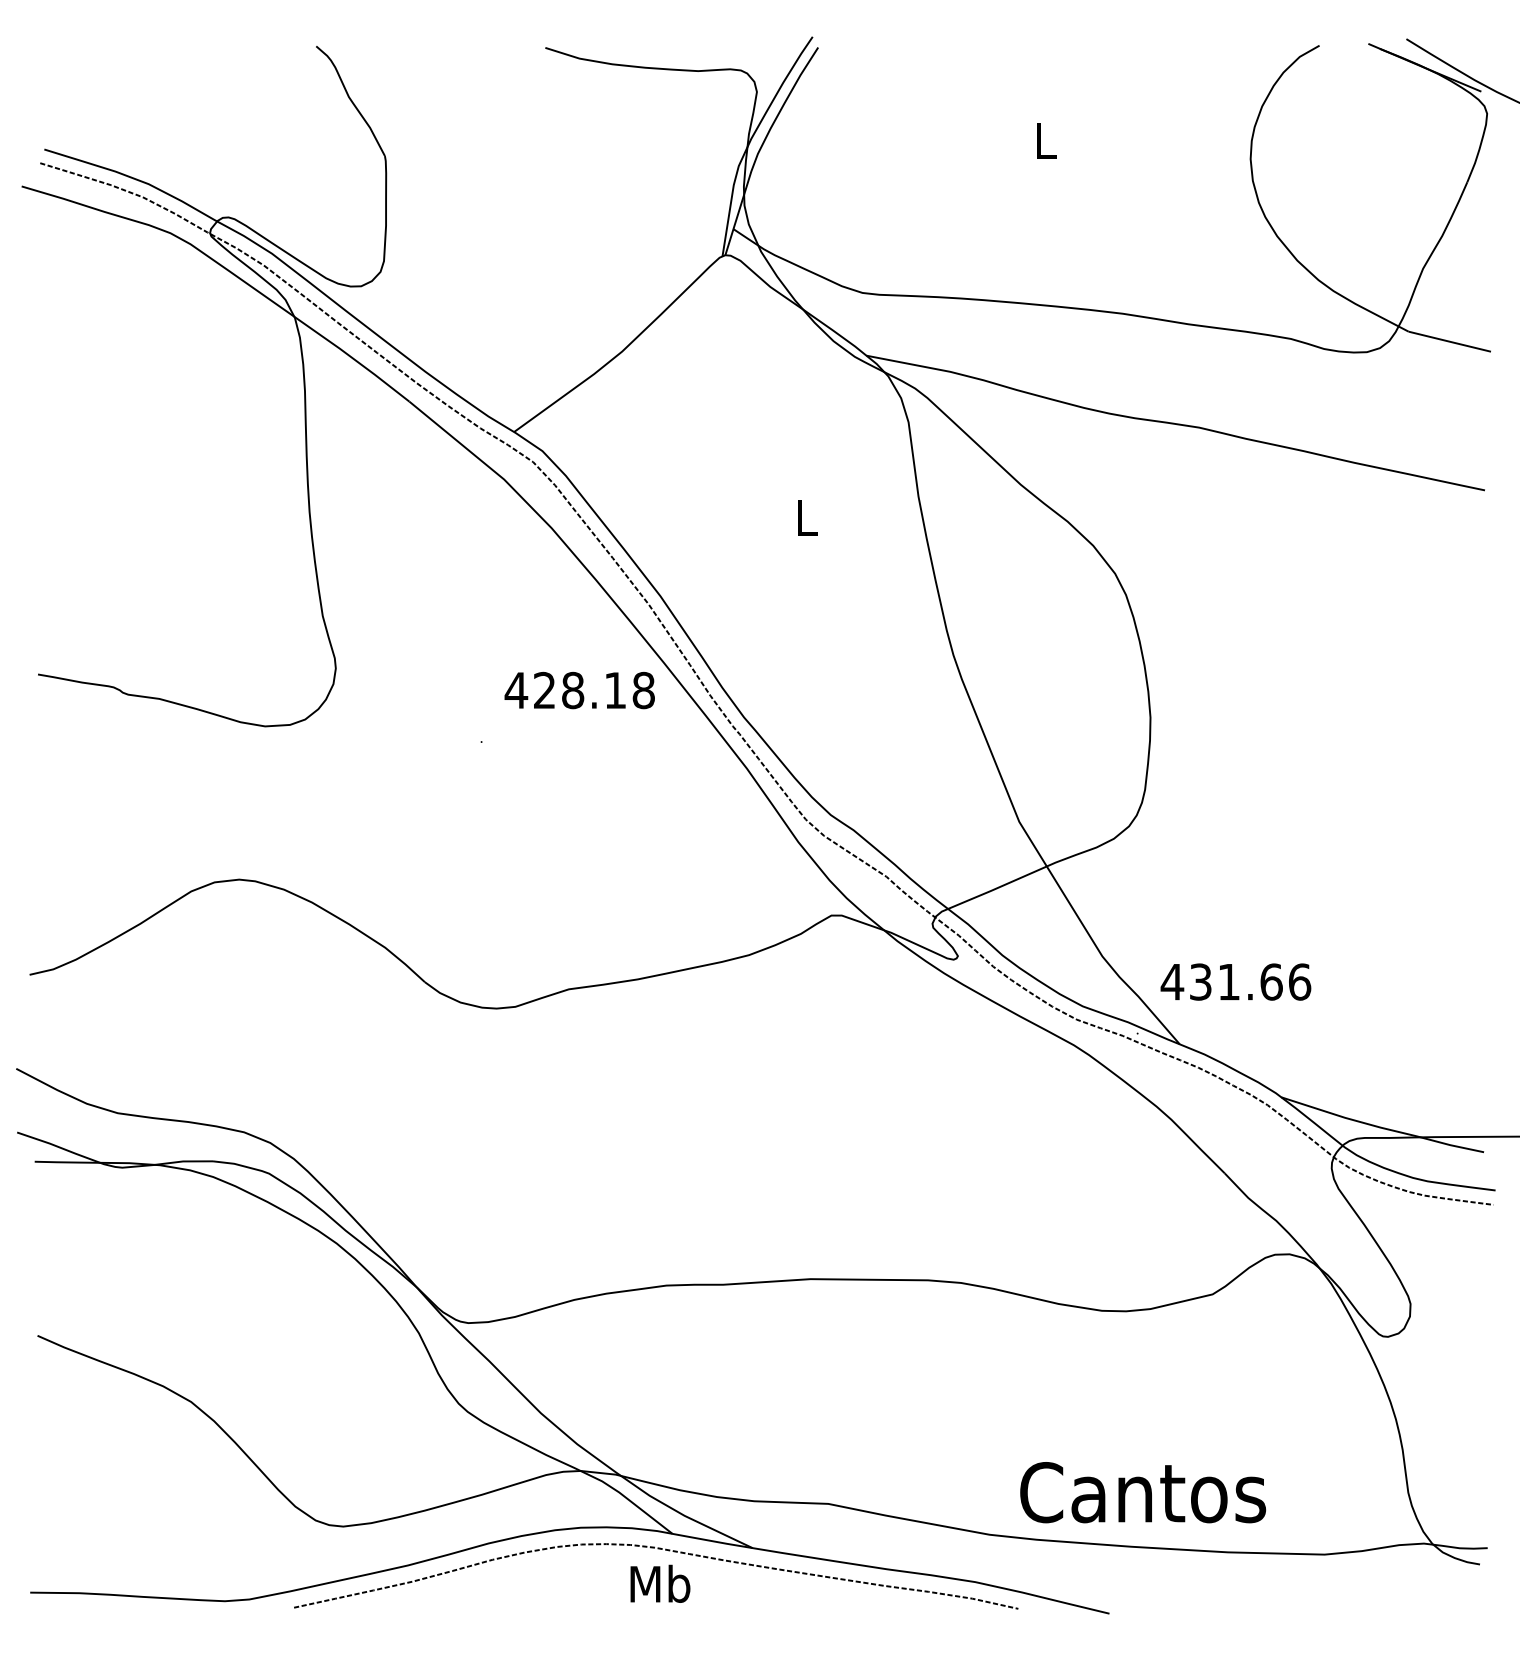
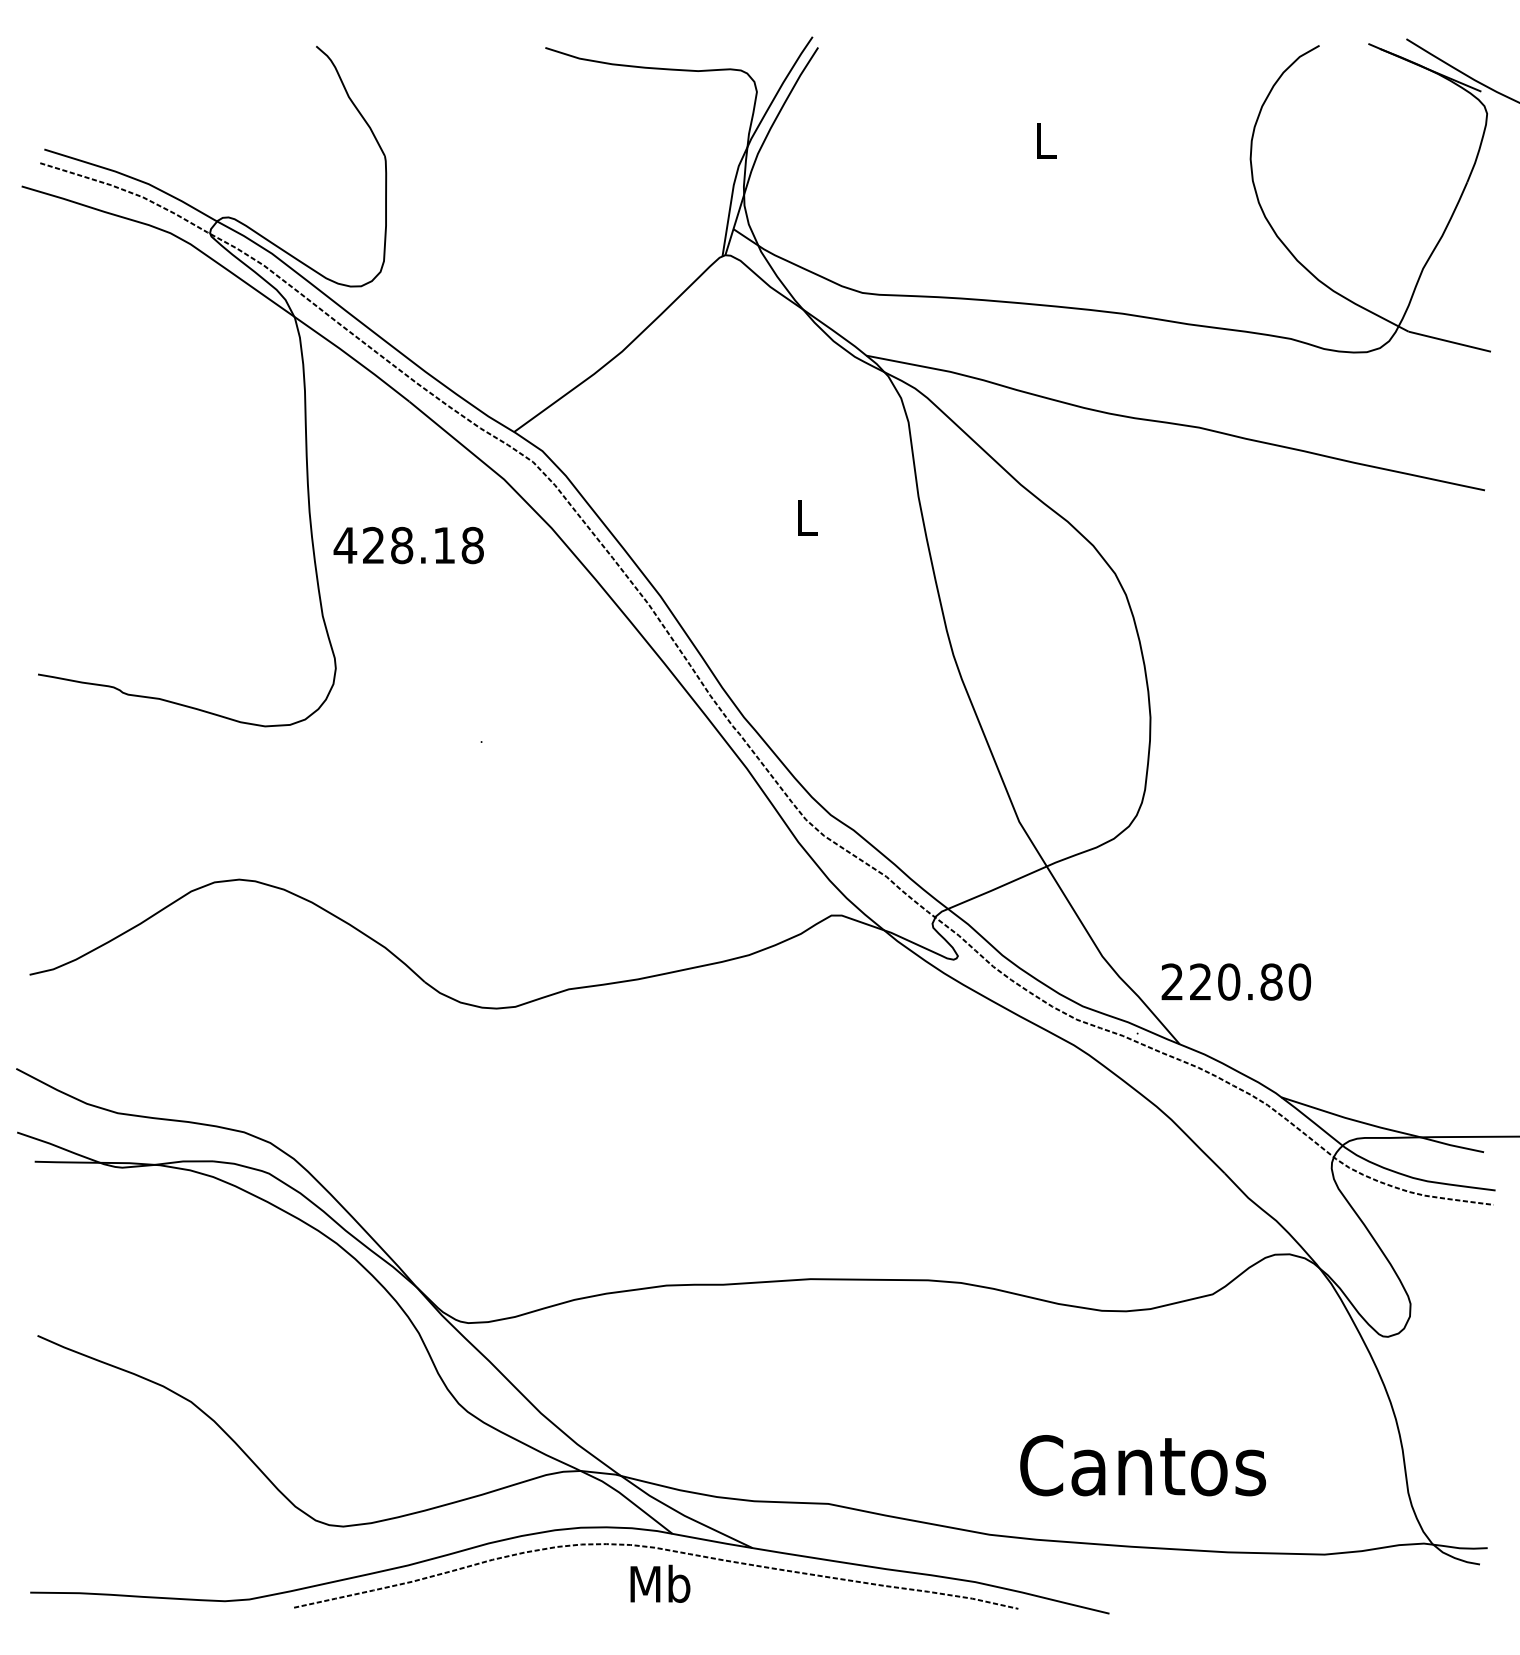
text at (579, 690) position: (579, 690) -> (408, 545)
text at (1235, 981): 431.66 -> 220.80
text at (1143, 1492) position: (1143, 1492) -> (1143, 1465)
